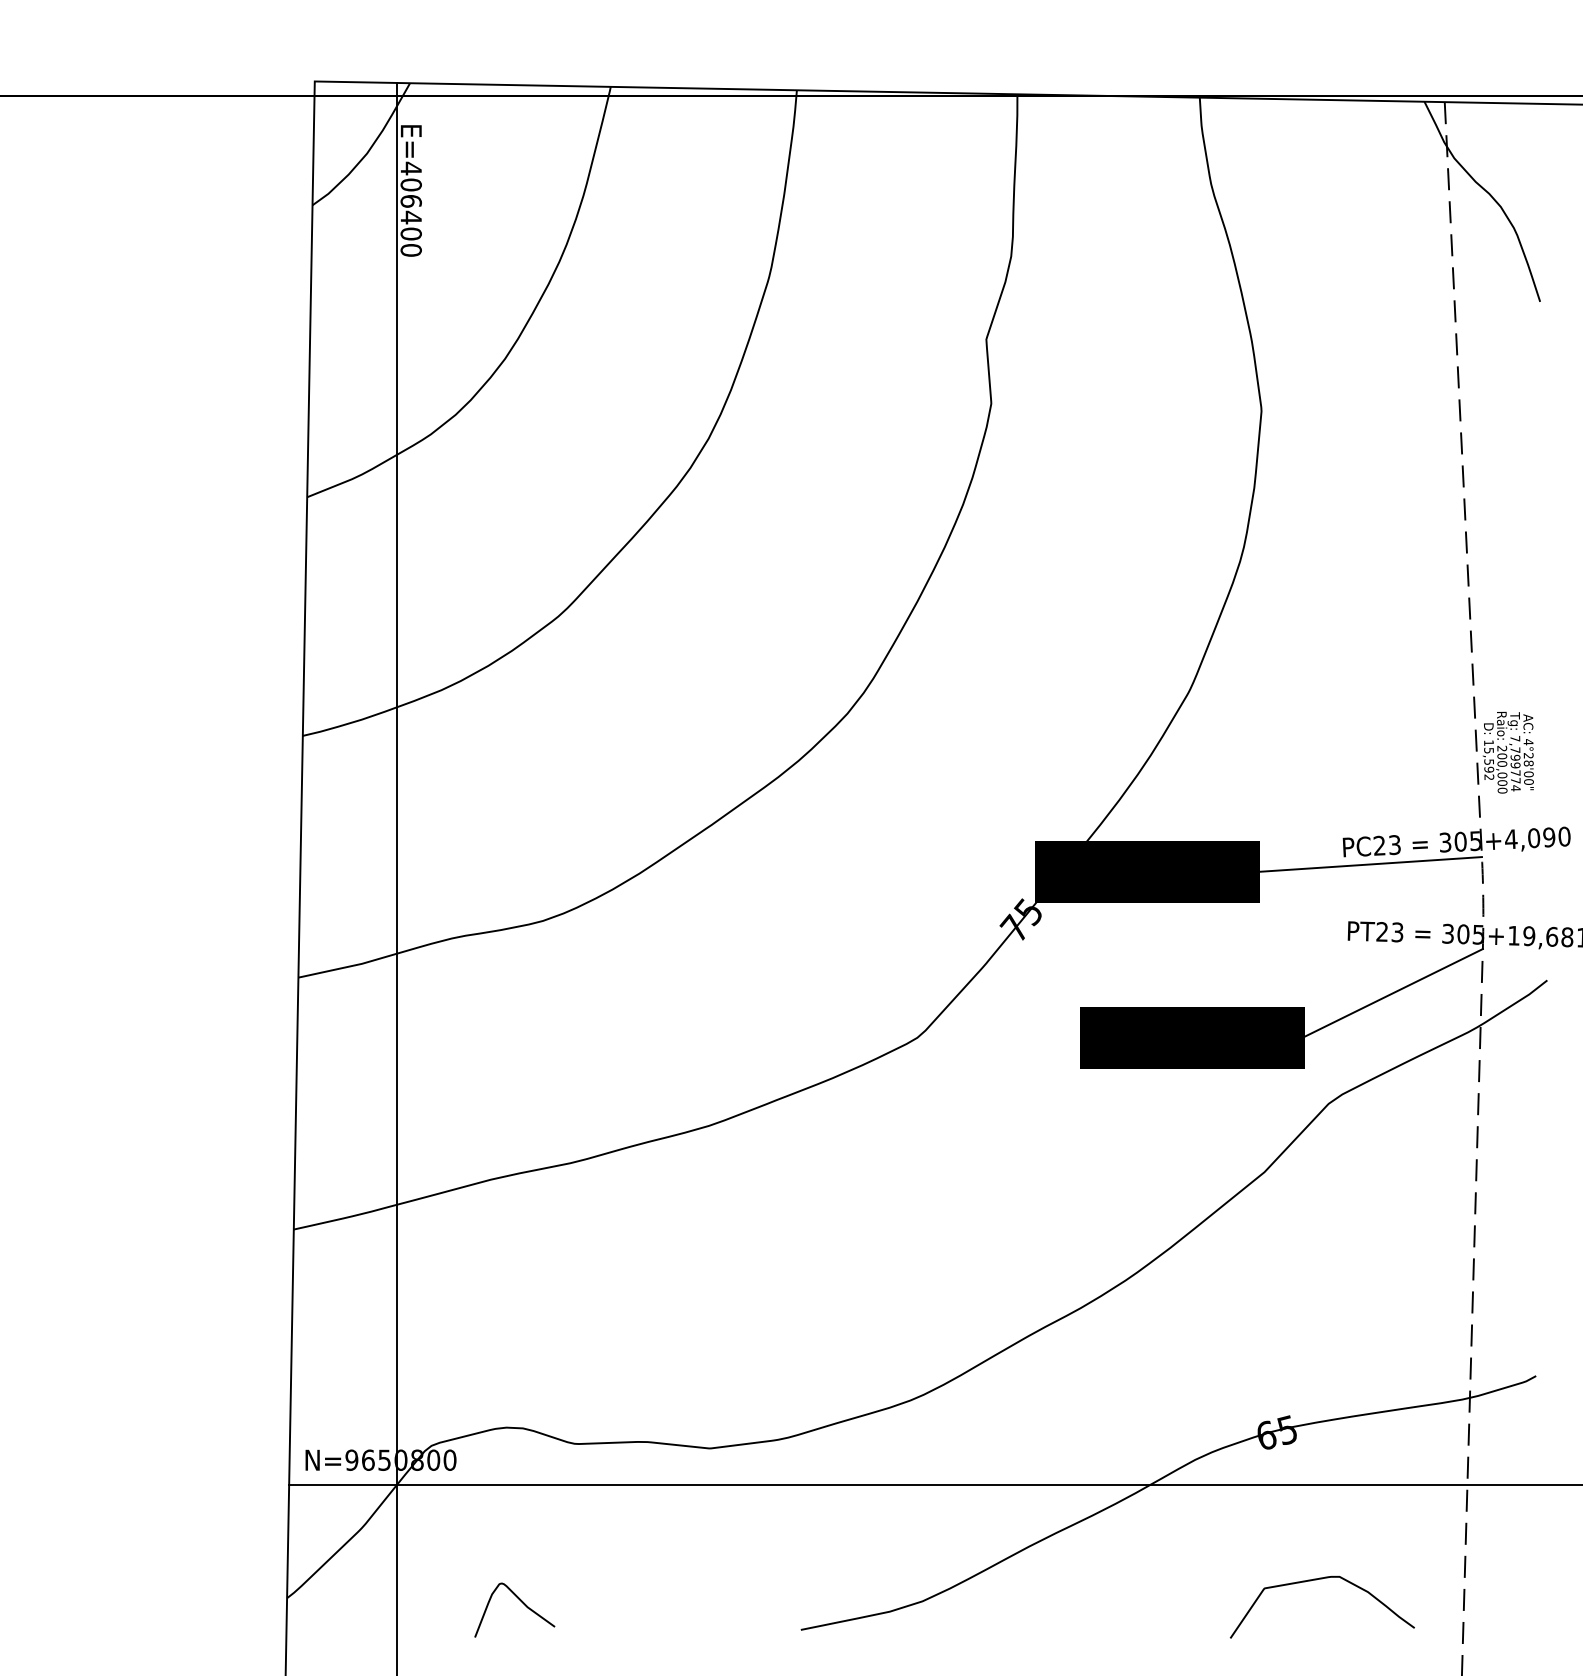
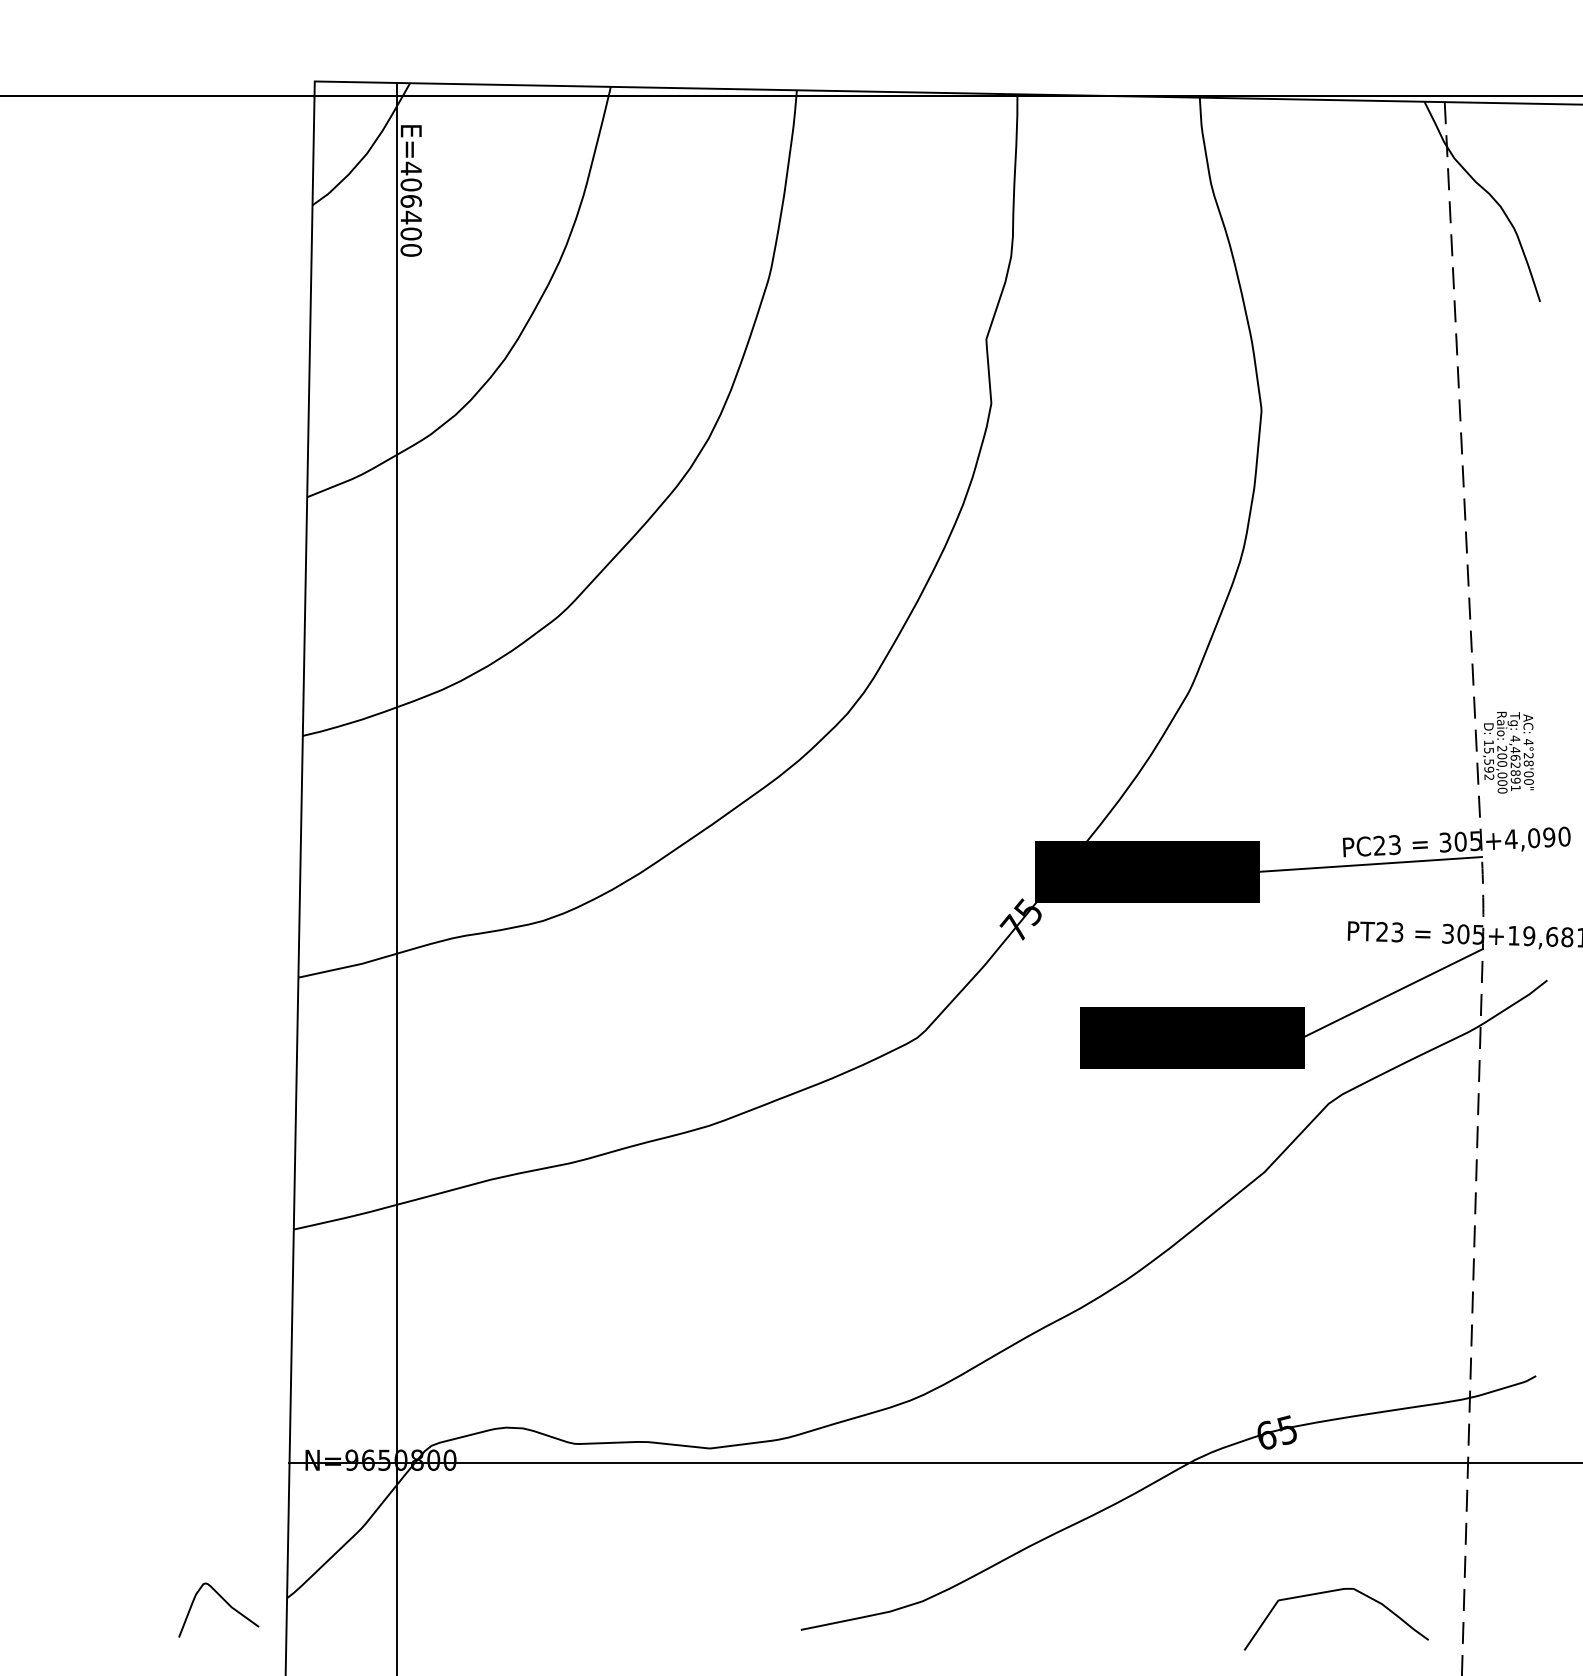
text at (1515, 763): 7,799774 -> 4,462891
line at (934, 1484) position: (934, 1484) -> (934, 1462)
curve at (1316, 1580) position: (1316, 1580) -> (1330, 1592)
curve at (521, 1602) position: (521, 1602) -> (225, 1602)
